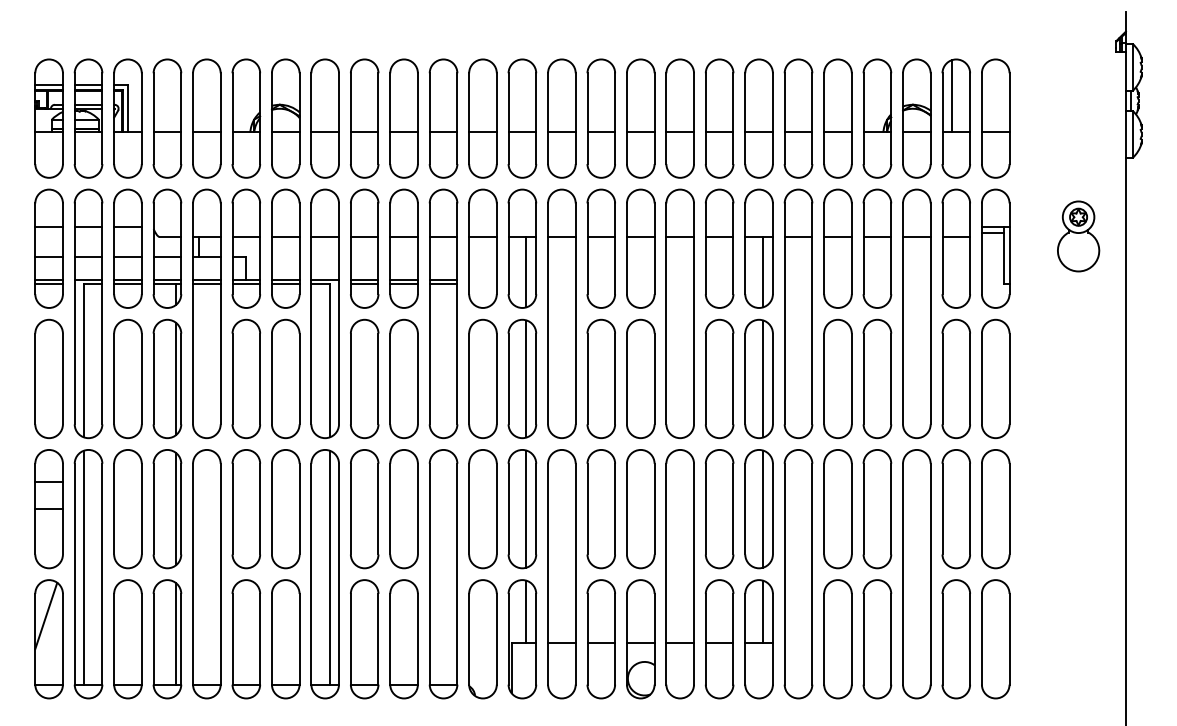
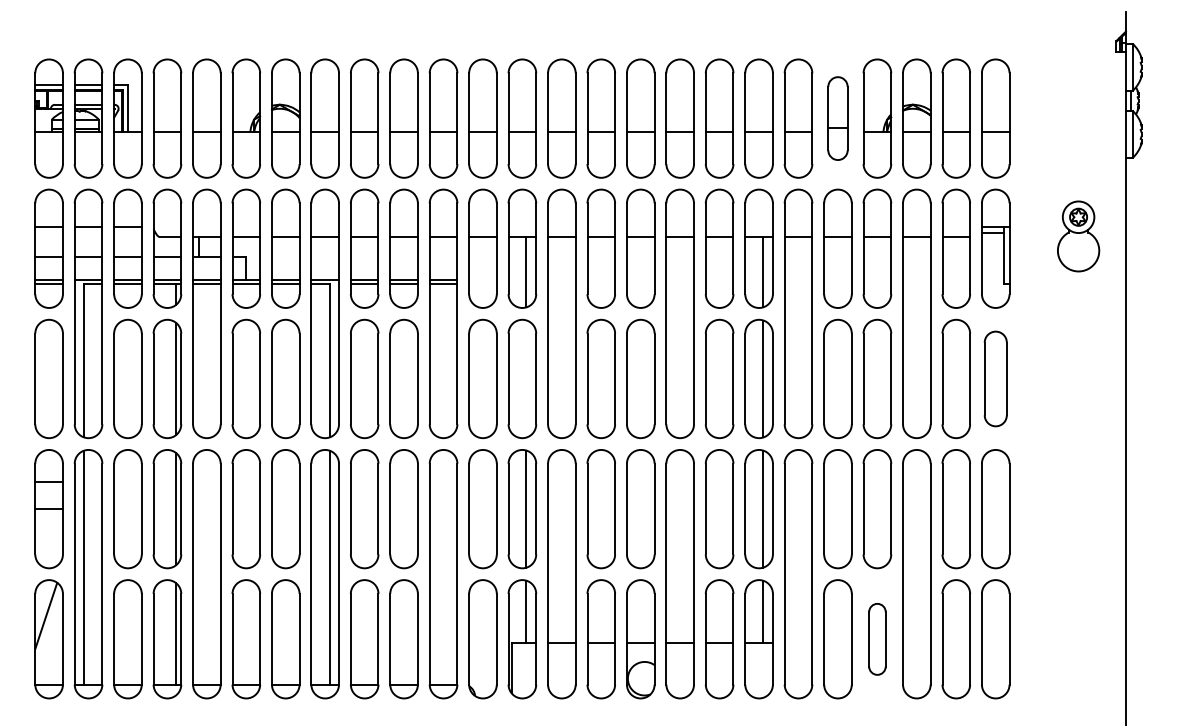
line at (952, 96): present -> none
part at (837, 118) size: 30x121 px -> 22x85 px
line at (526, 378): present -> none
part at (995, 378) size: 30x122 px -> 25x98 px
part at (877, 639) size: 31x121 px -> 19x73 px
